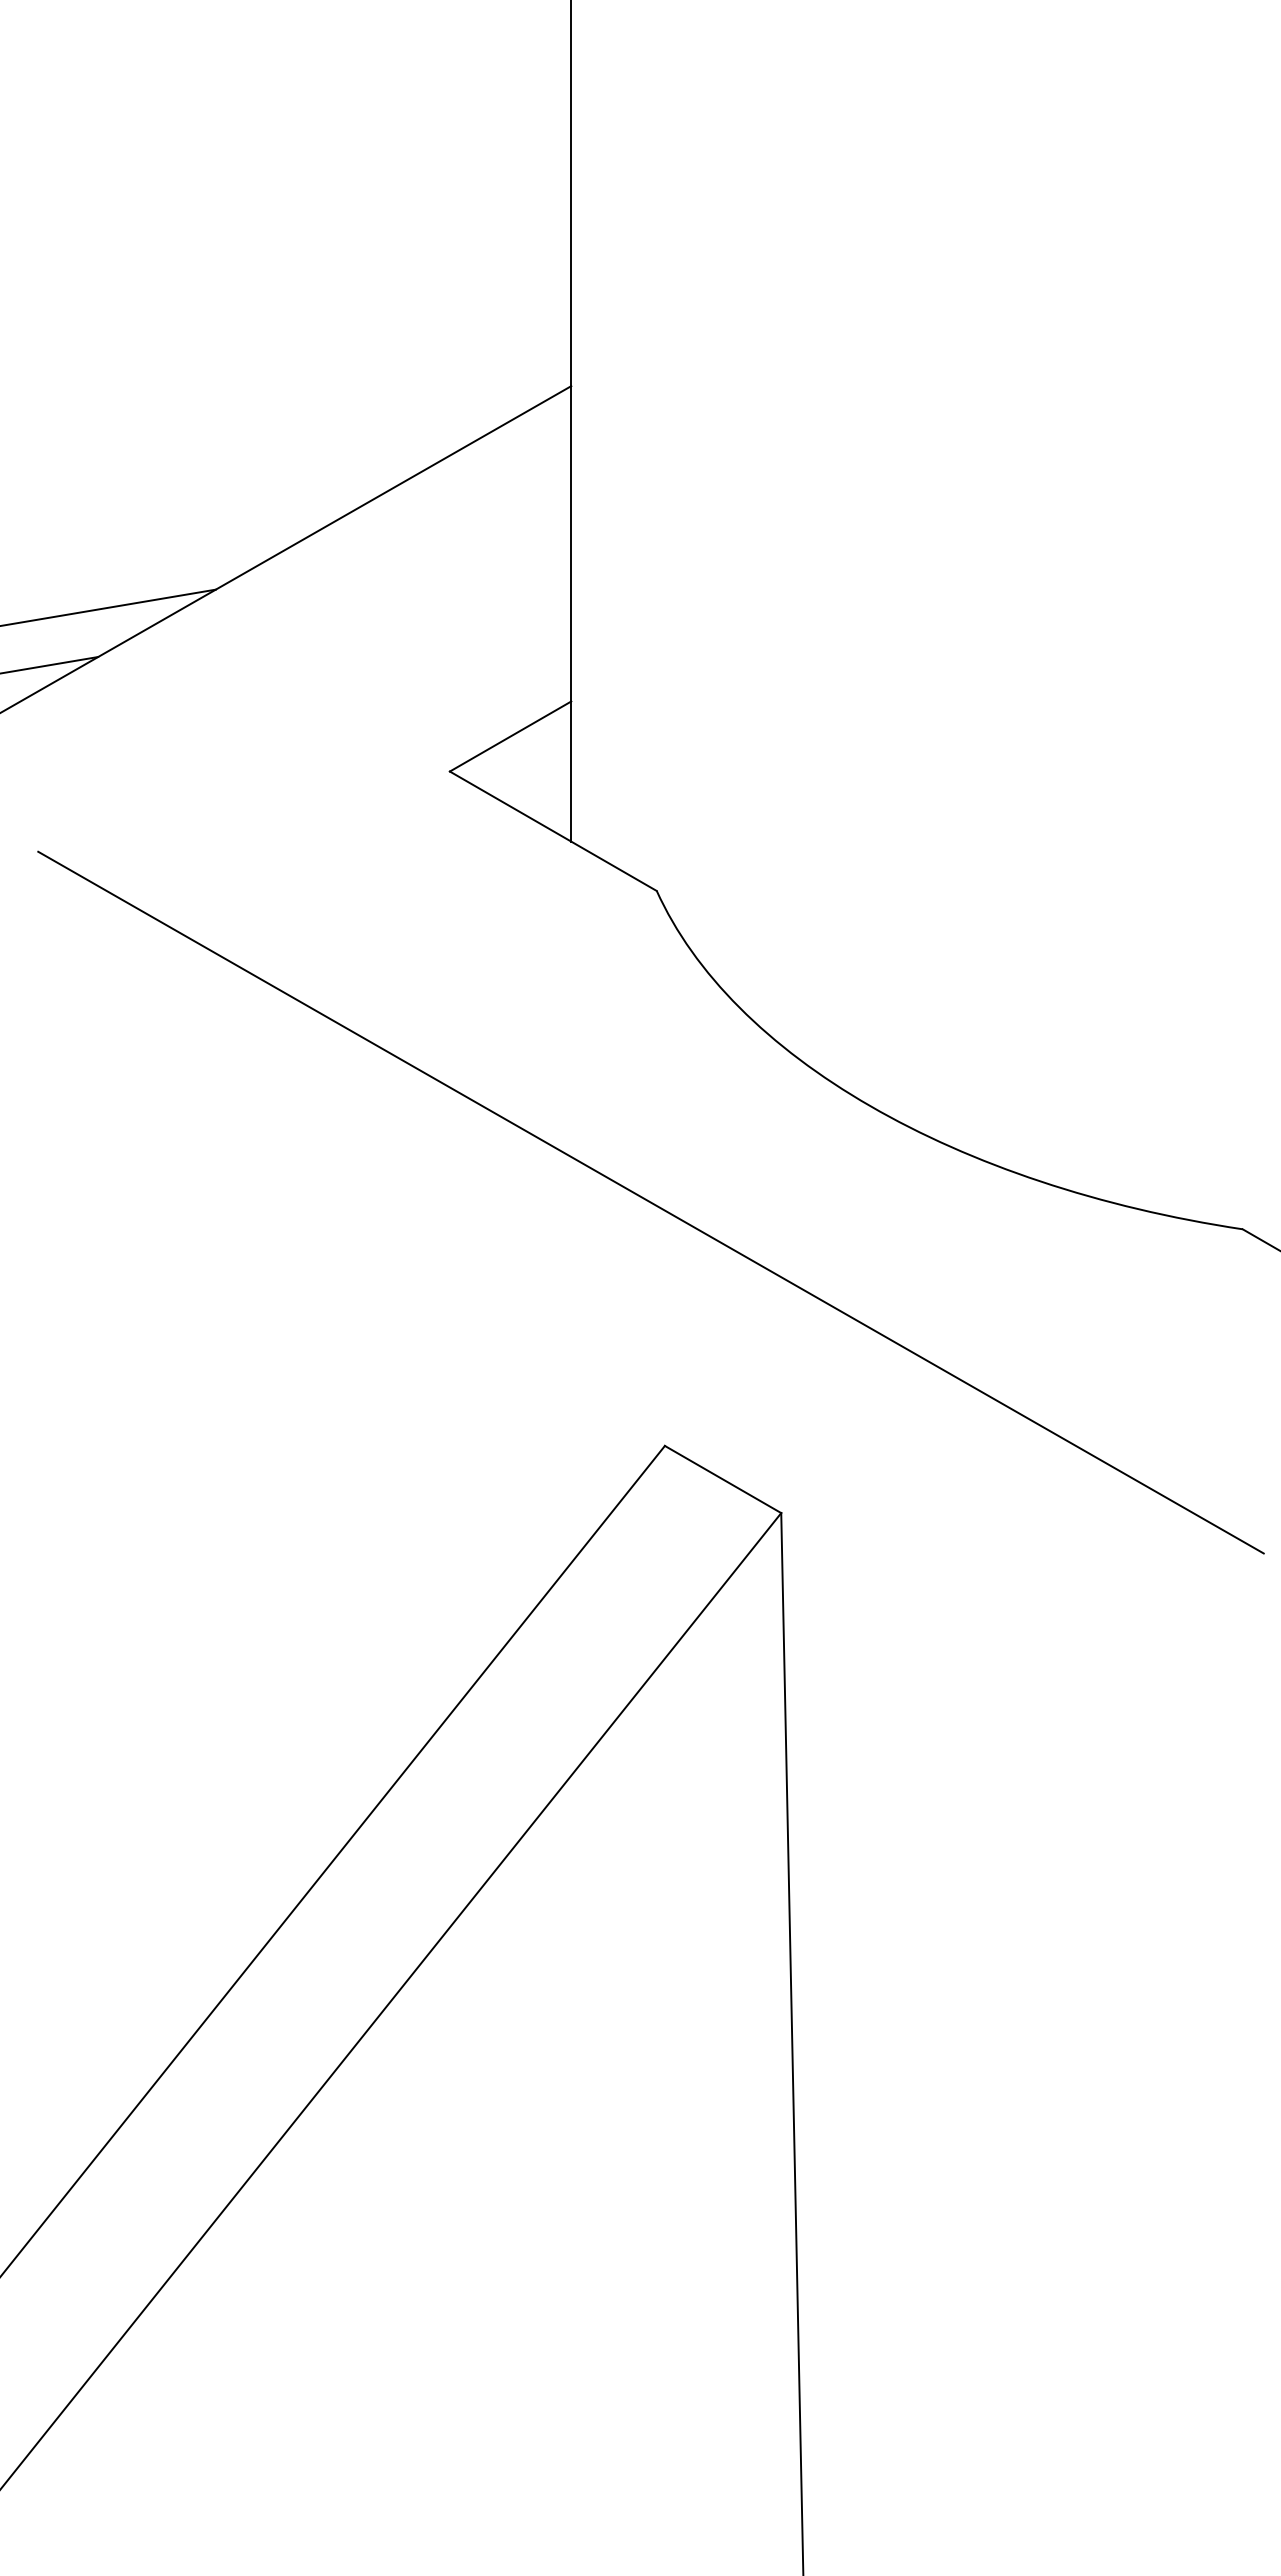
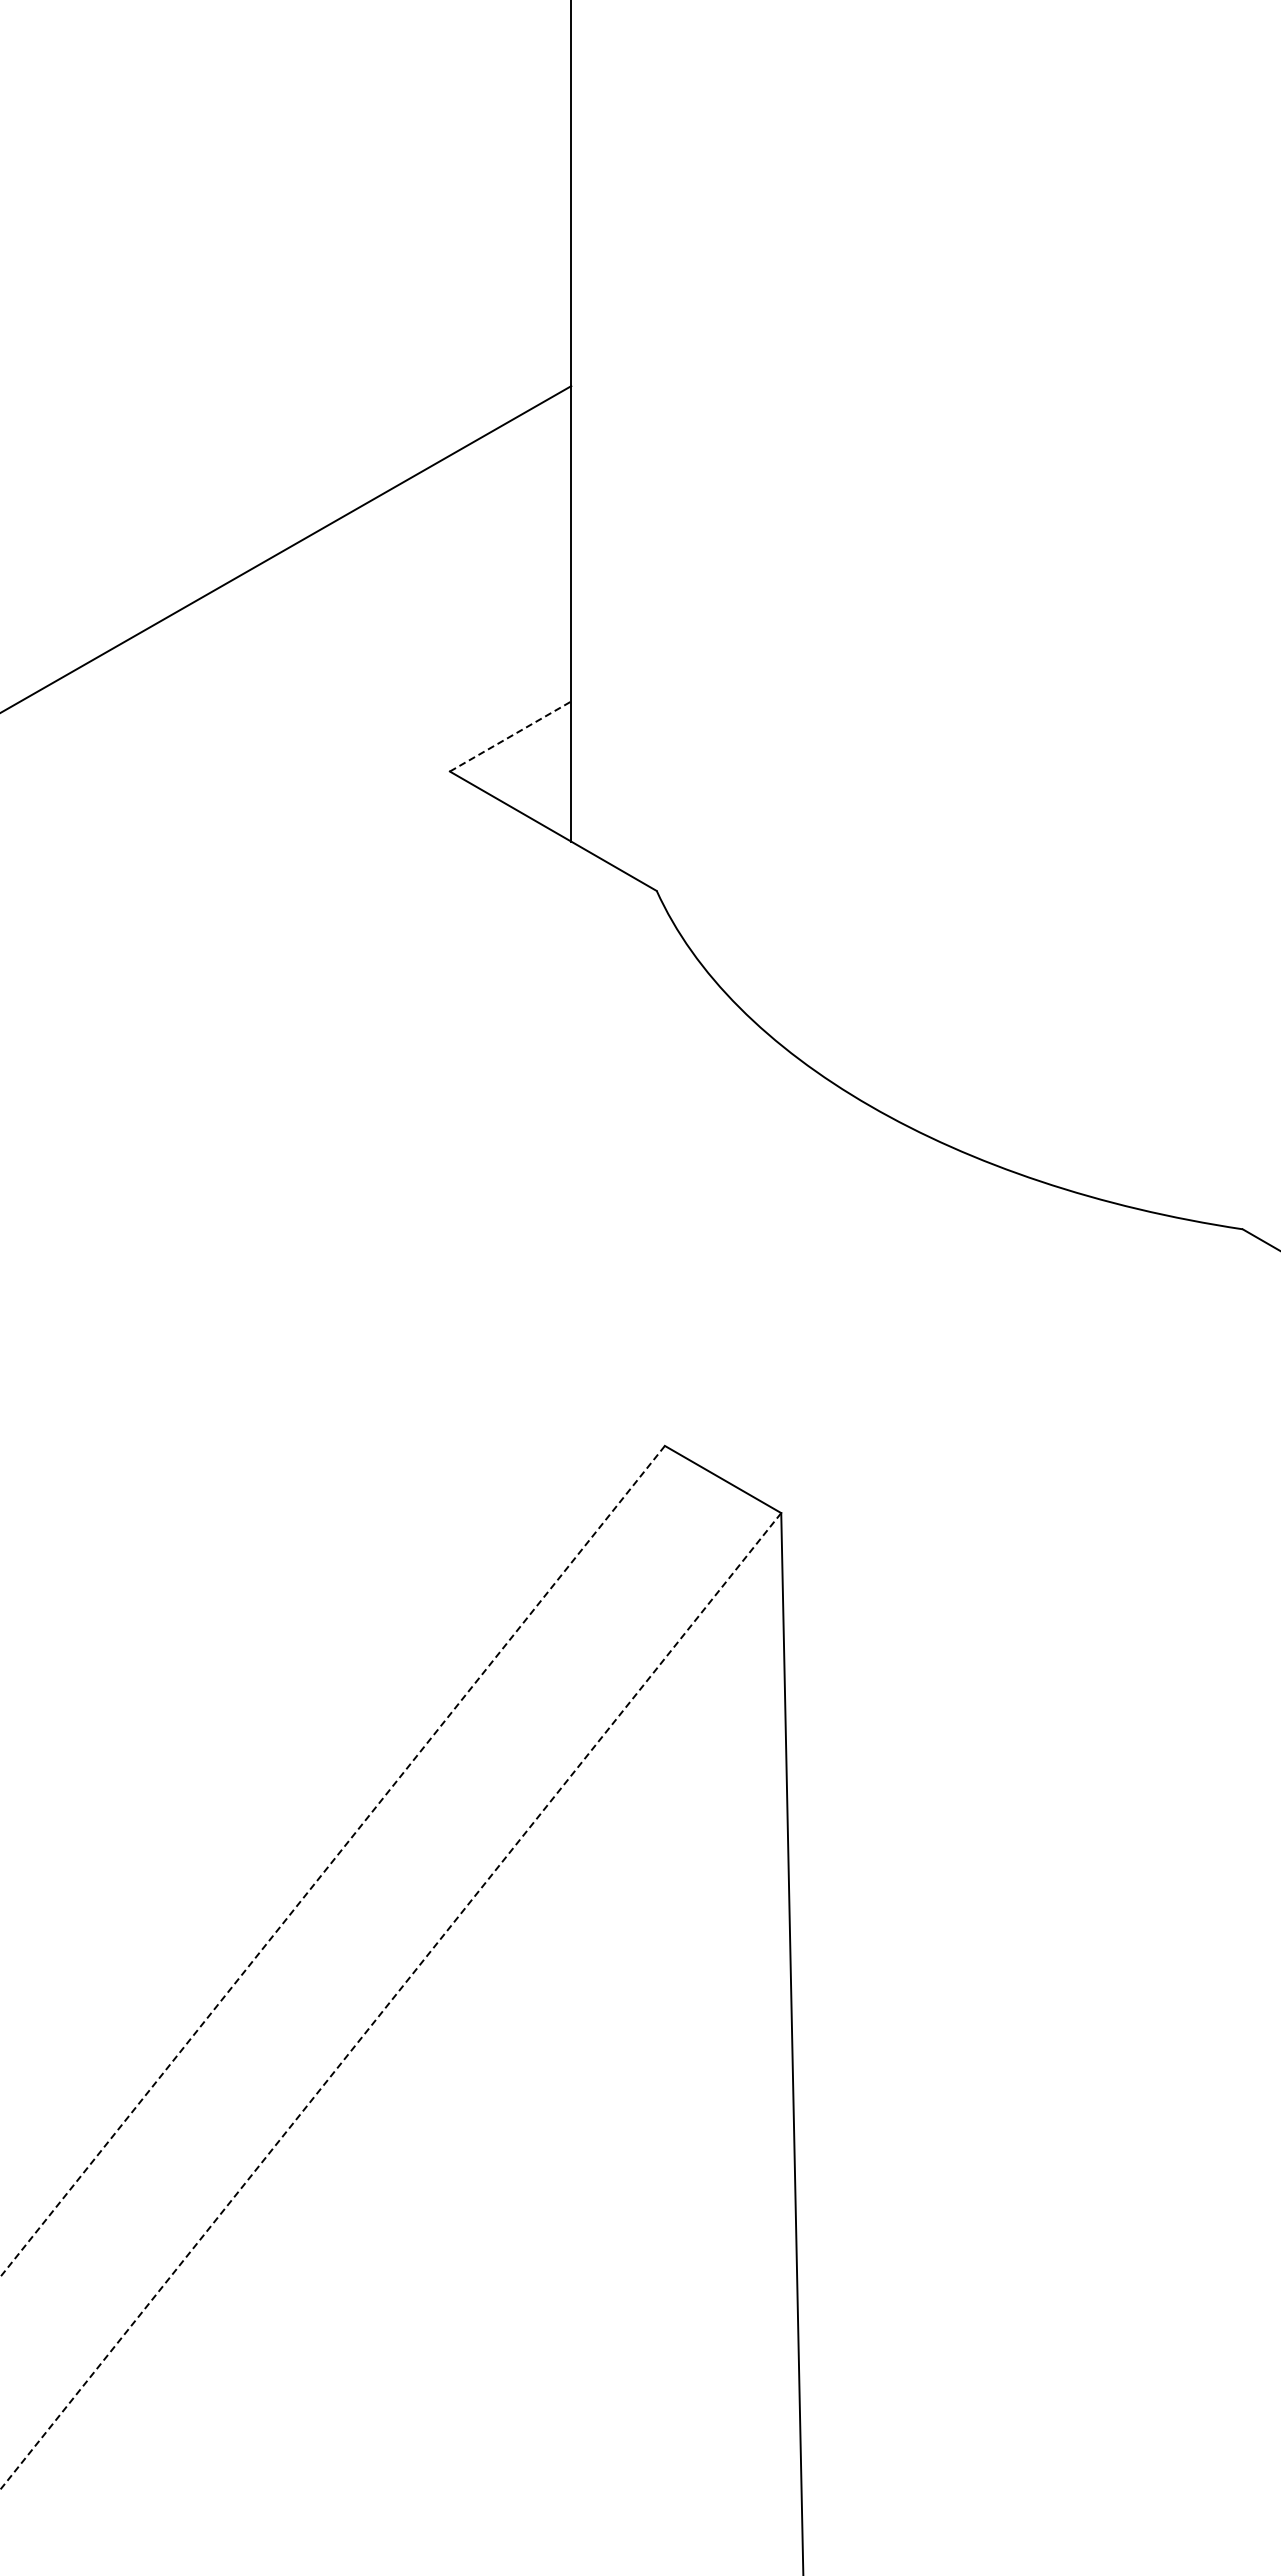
line at (108, 607): present -> none
line at (50, 665): present -> none
line at (511, 736): solid -> dashed
line at (650, 1202): present -> none
line at (332, 1861): solid -> dashed
line at (390, 2001): solid -> dashed
